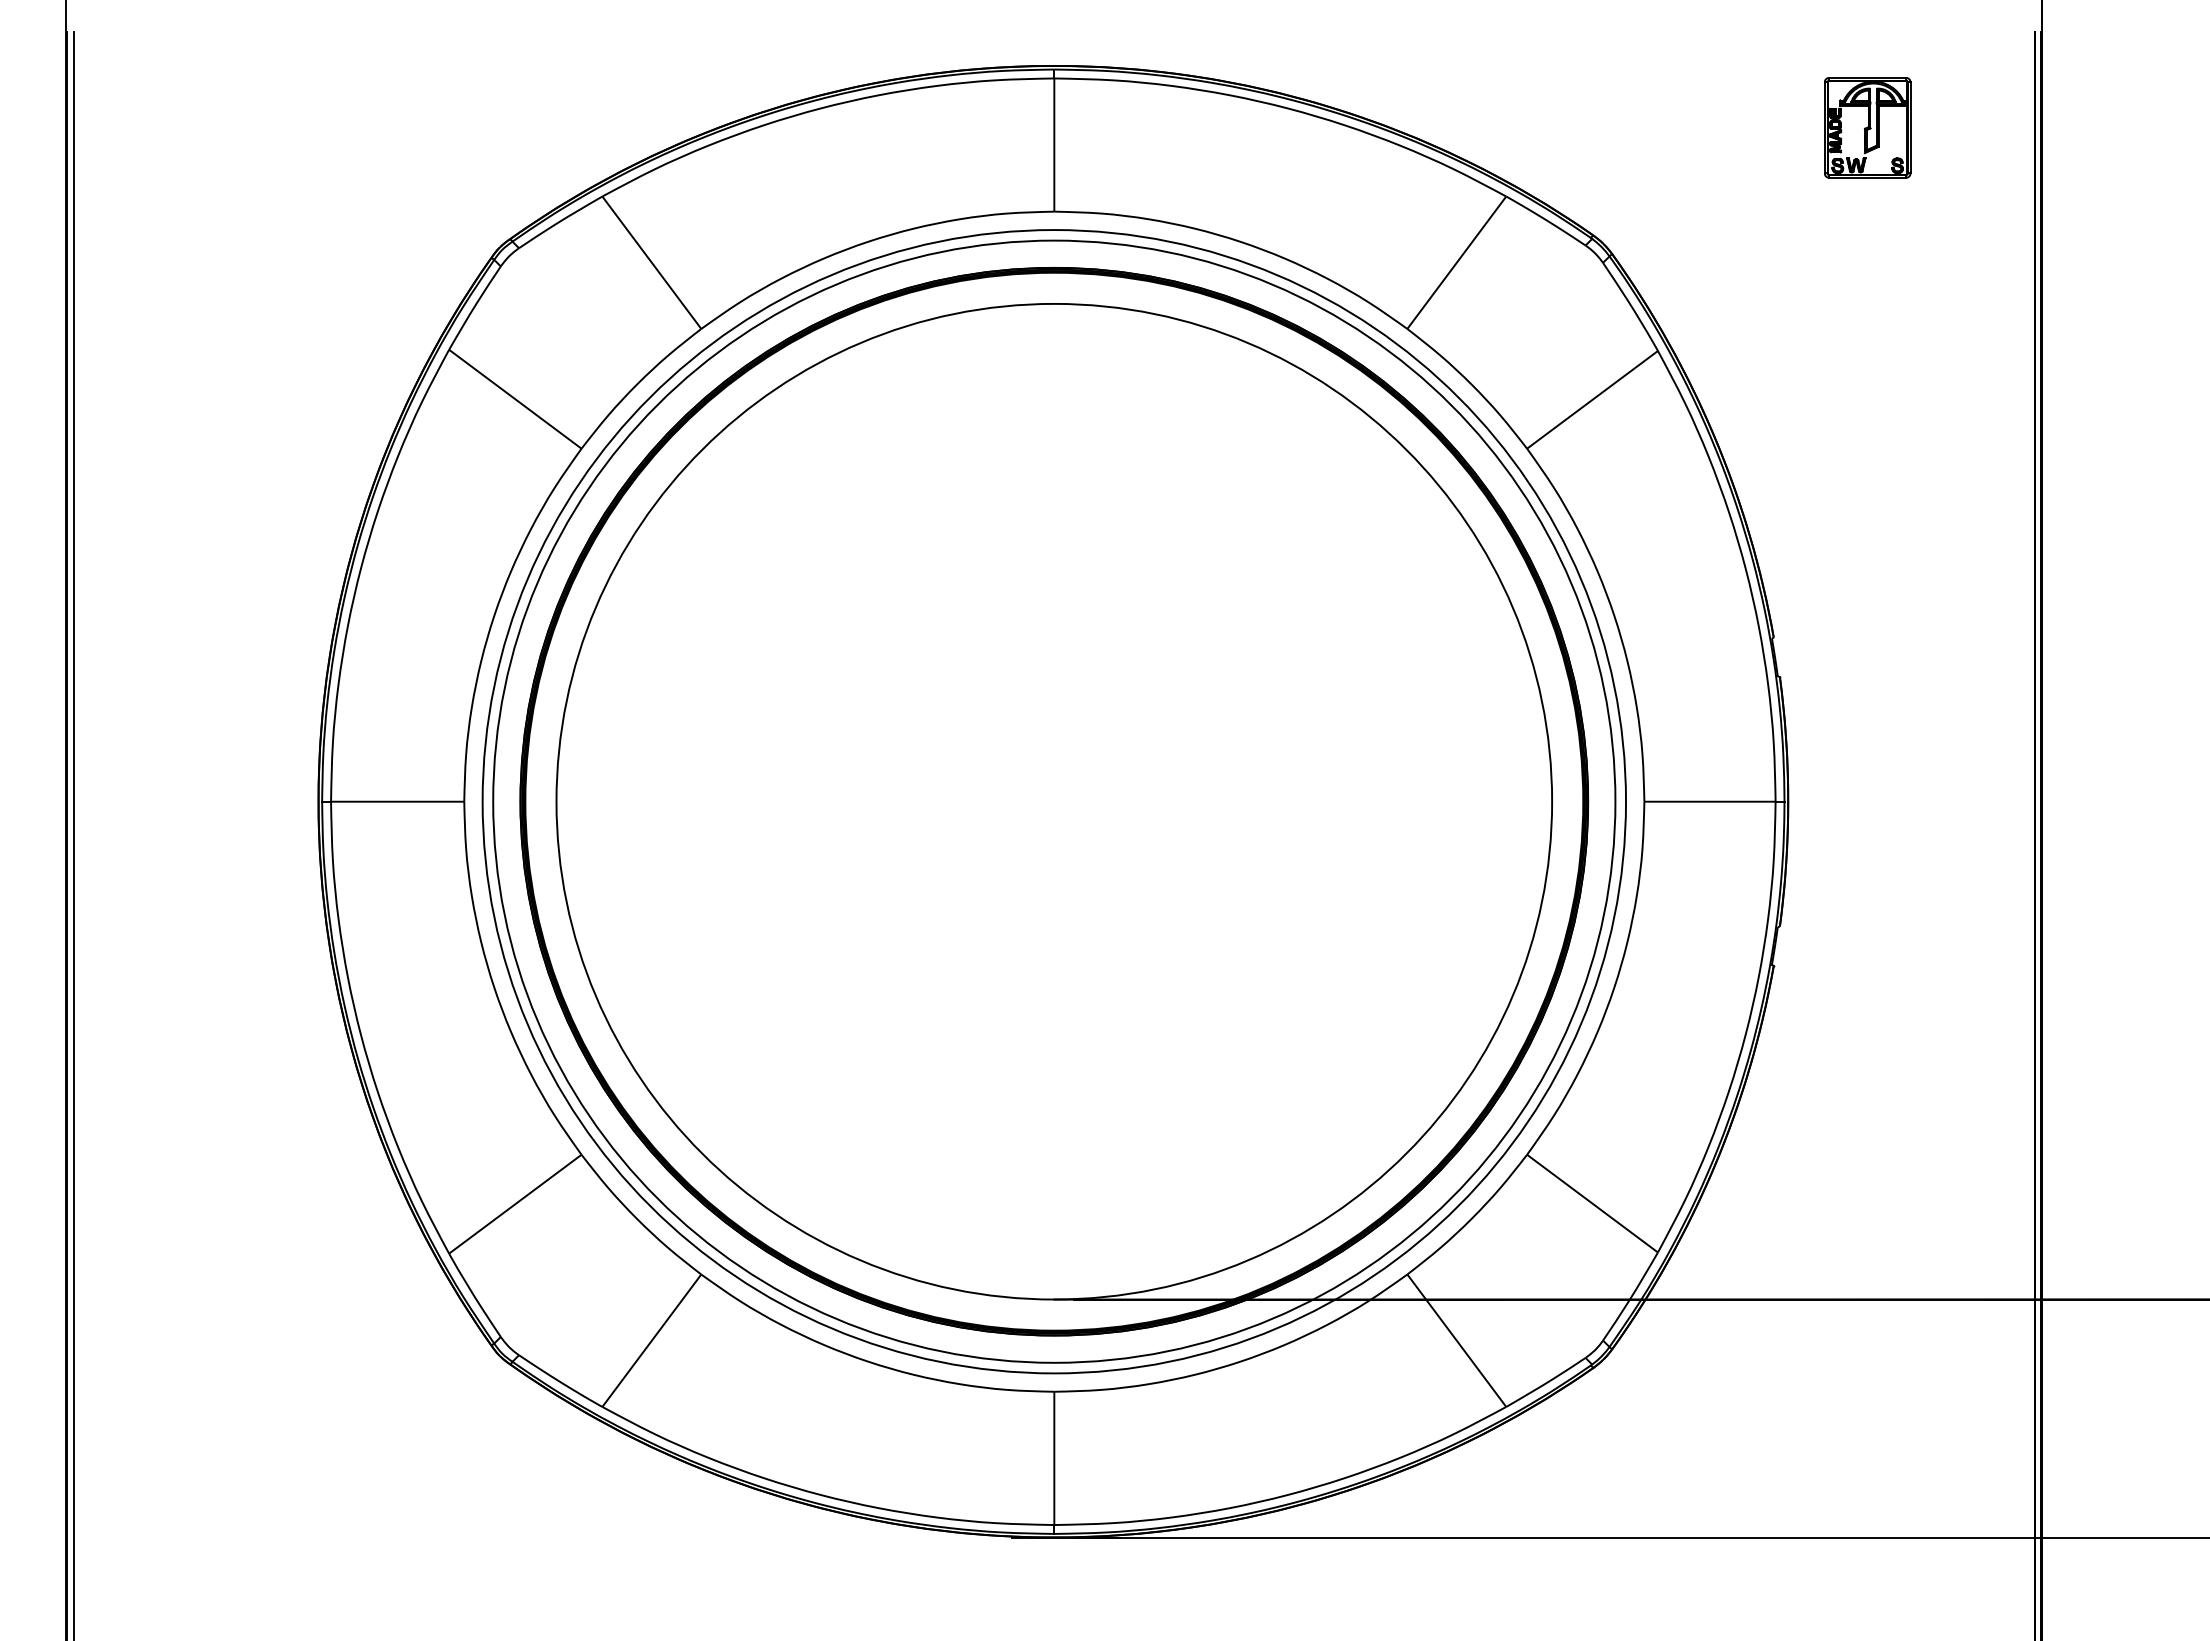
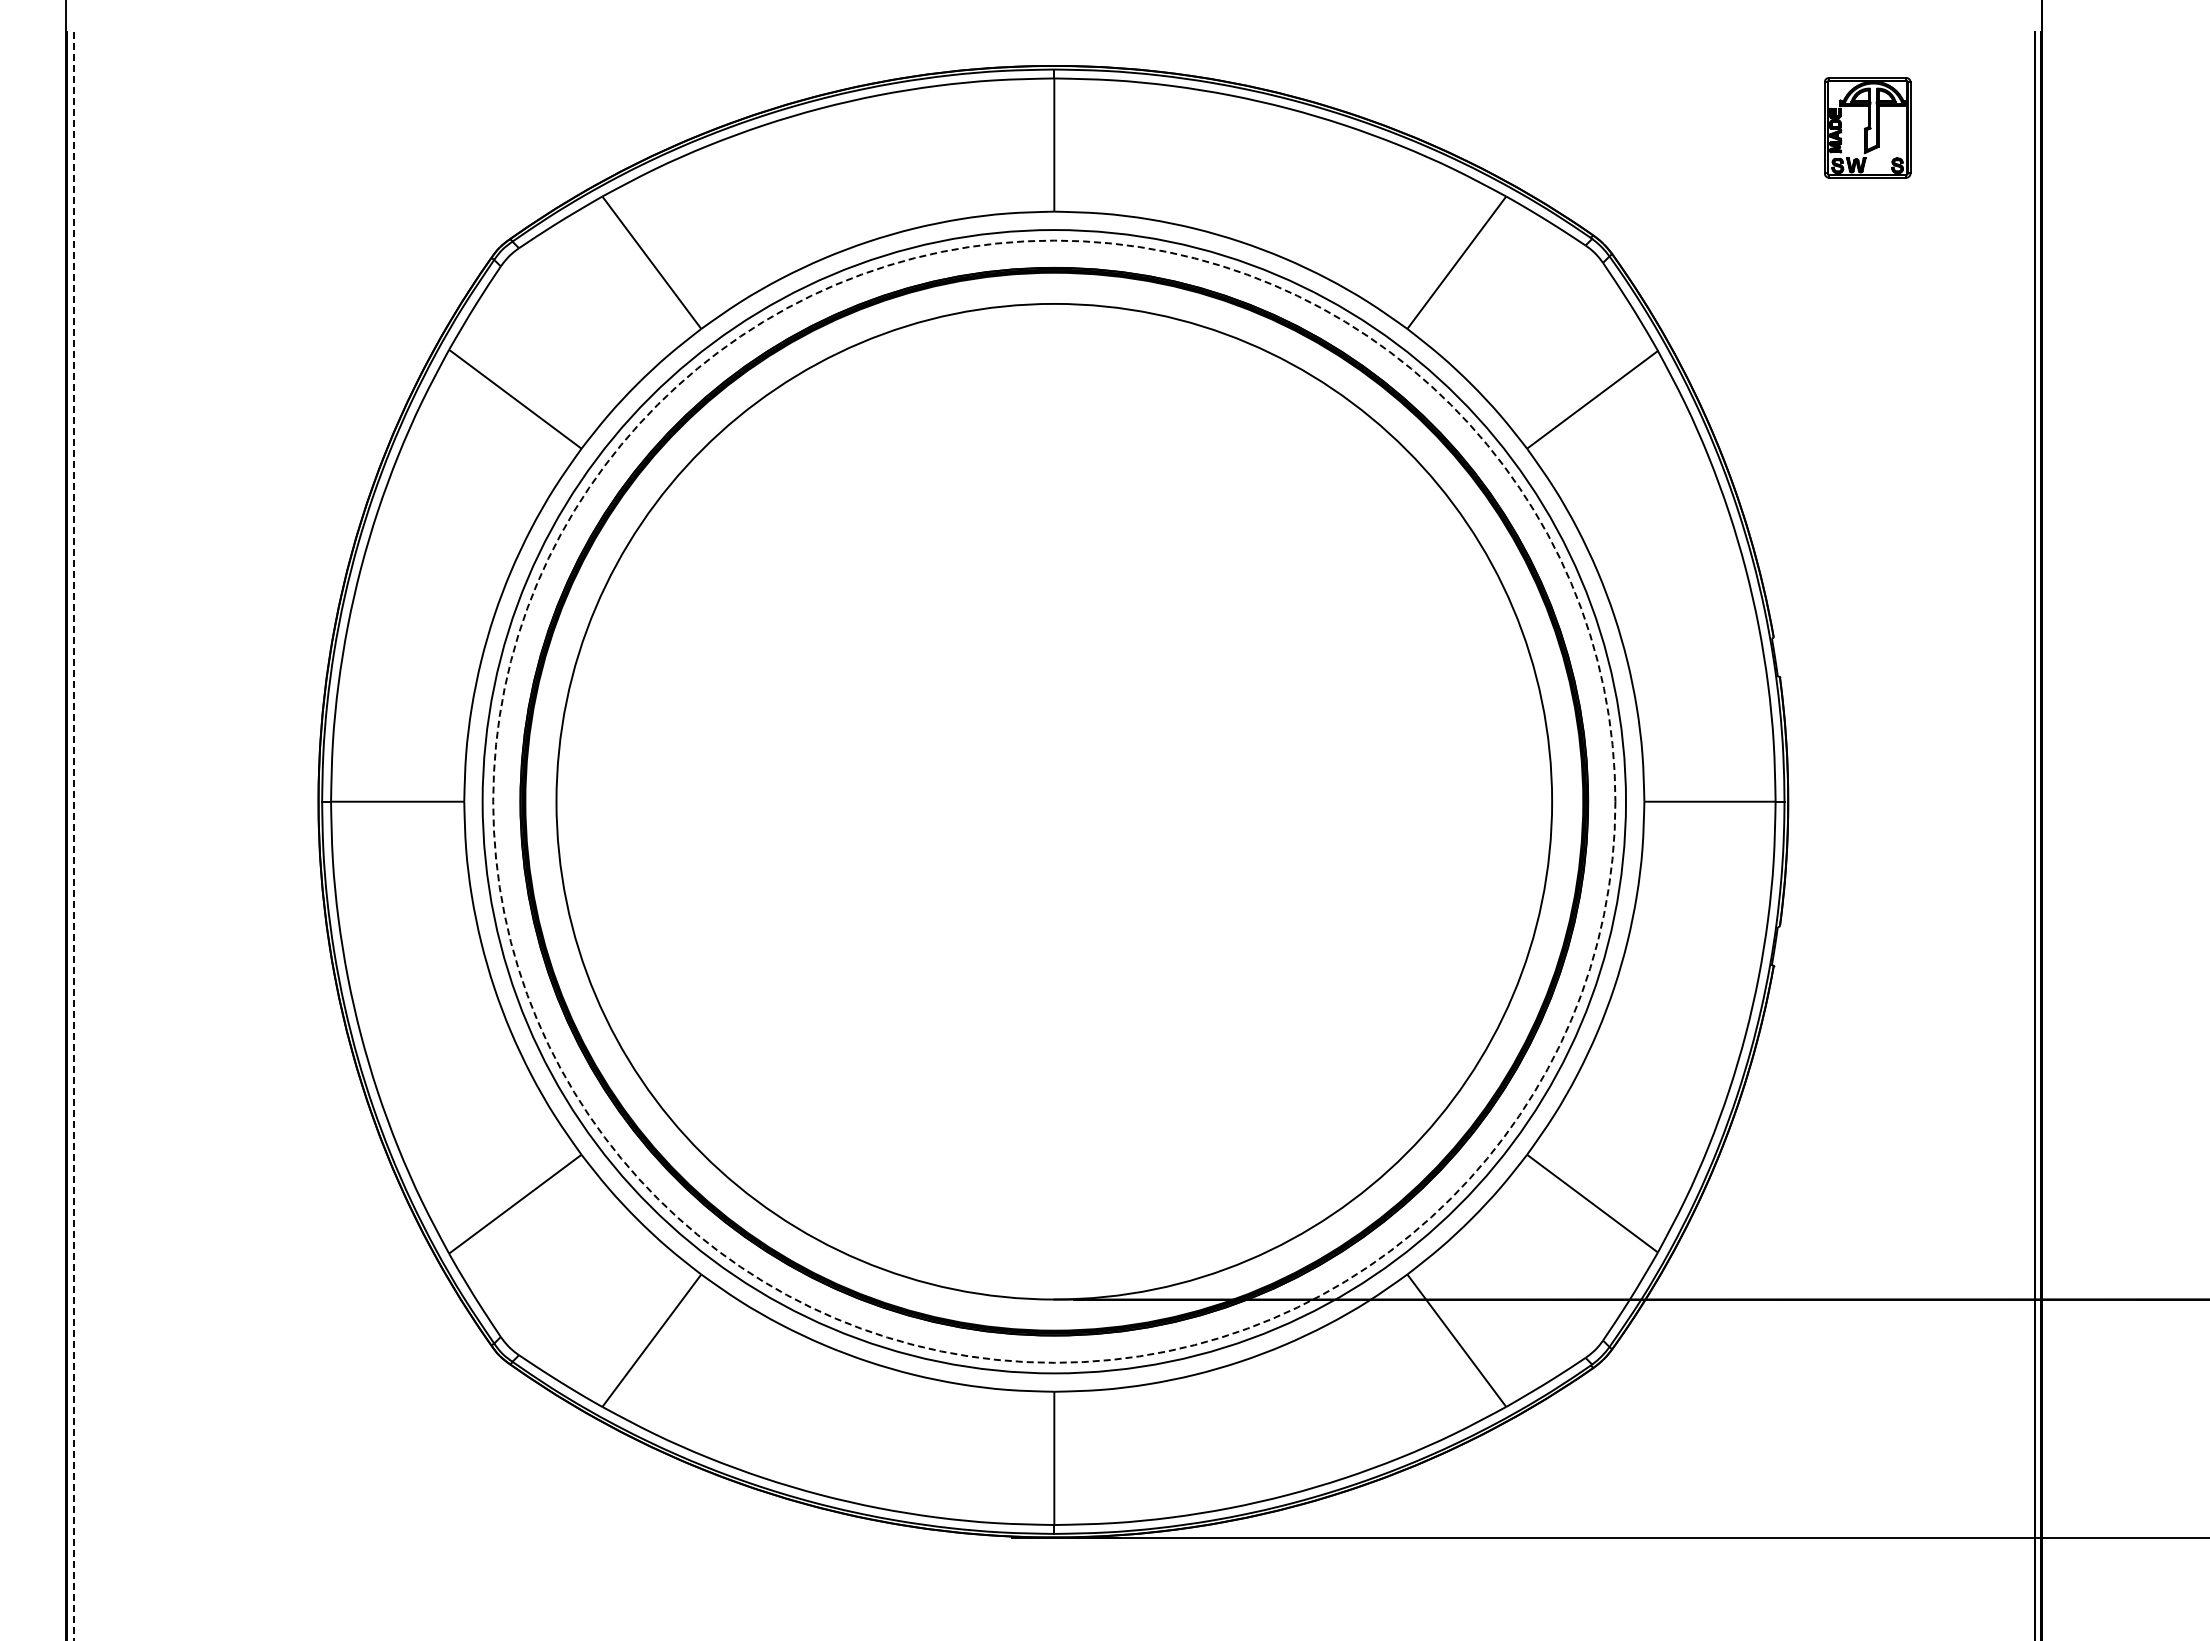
circle at (1054, 801): solid -> dashed
line at (73, 837): solid -> dashed
